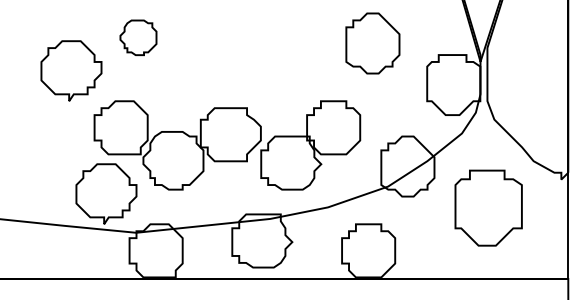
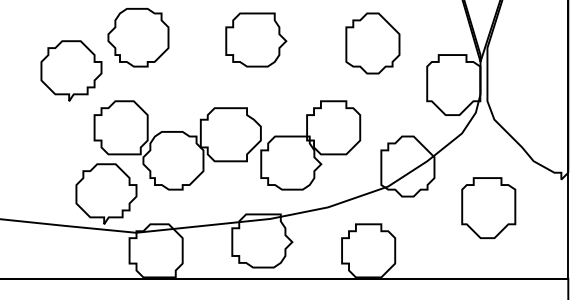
part at (138, 37) size: 39x37 px -> 63x60 px
part at (256, 39): none -> present
part at (488, 207) size: 69x78 px -> 56x62 px
